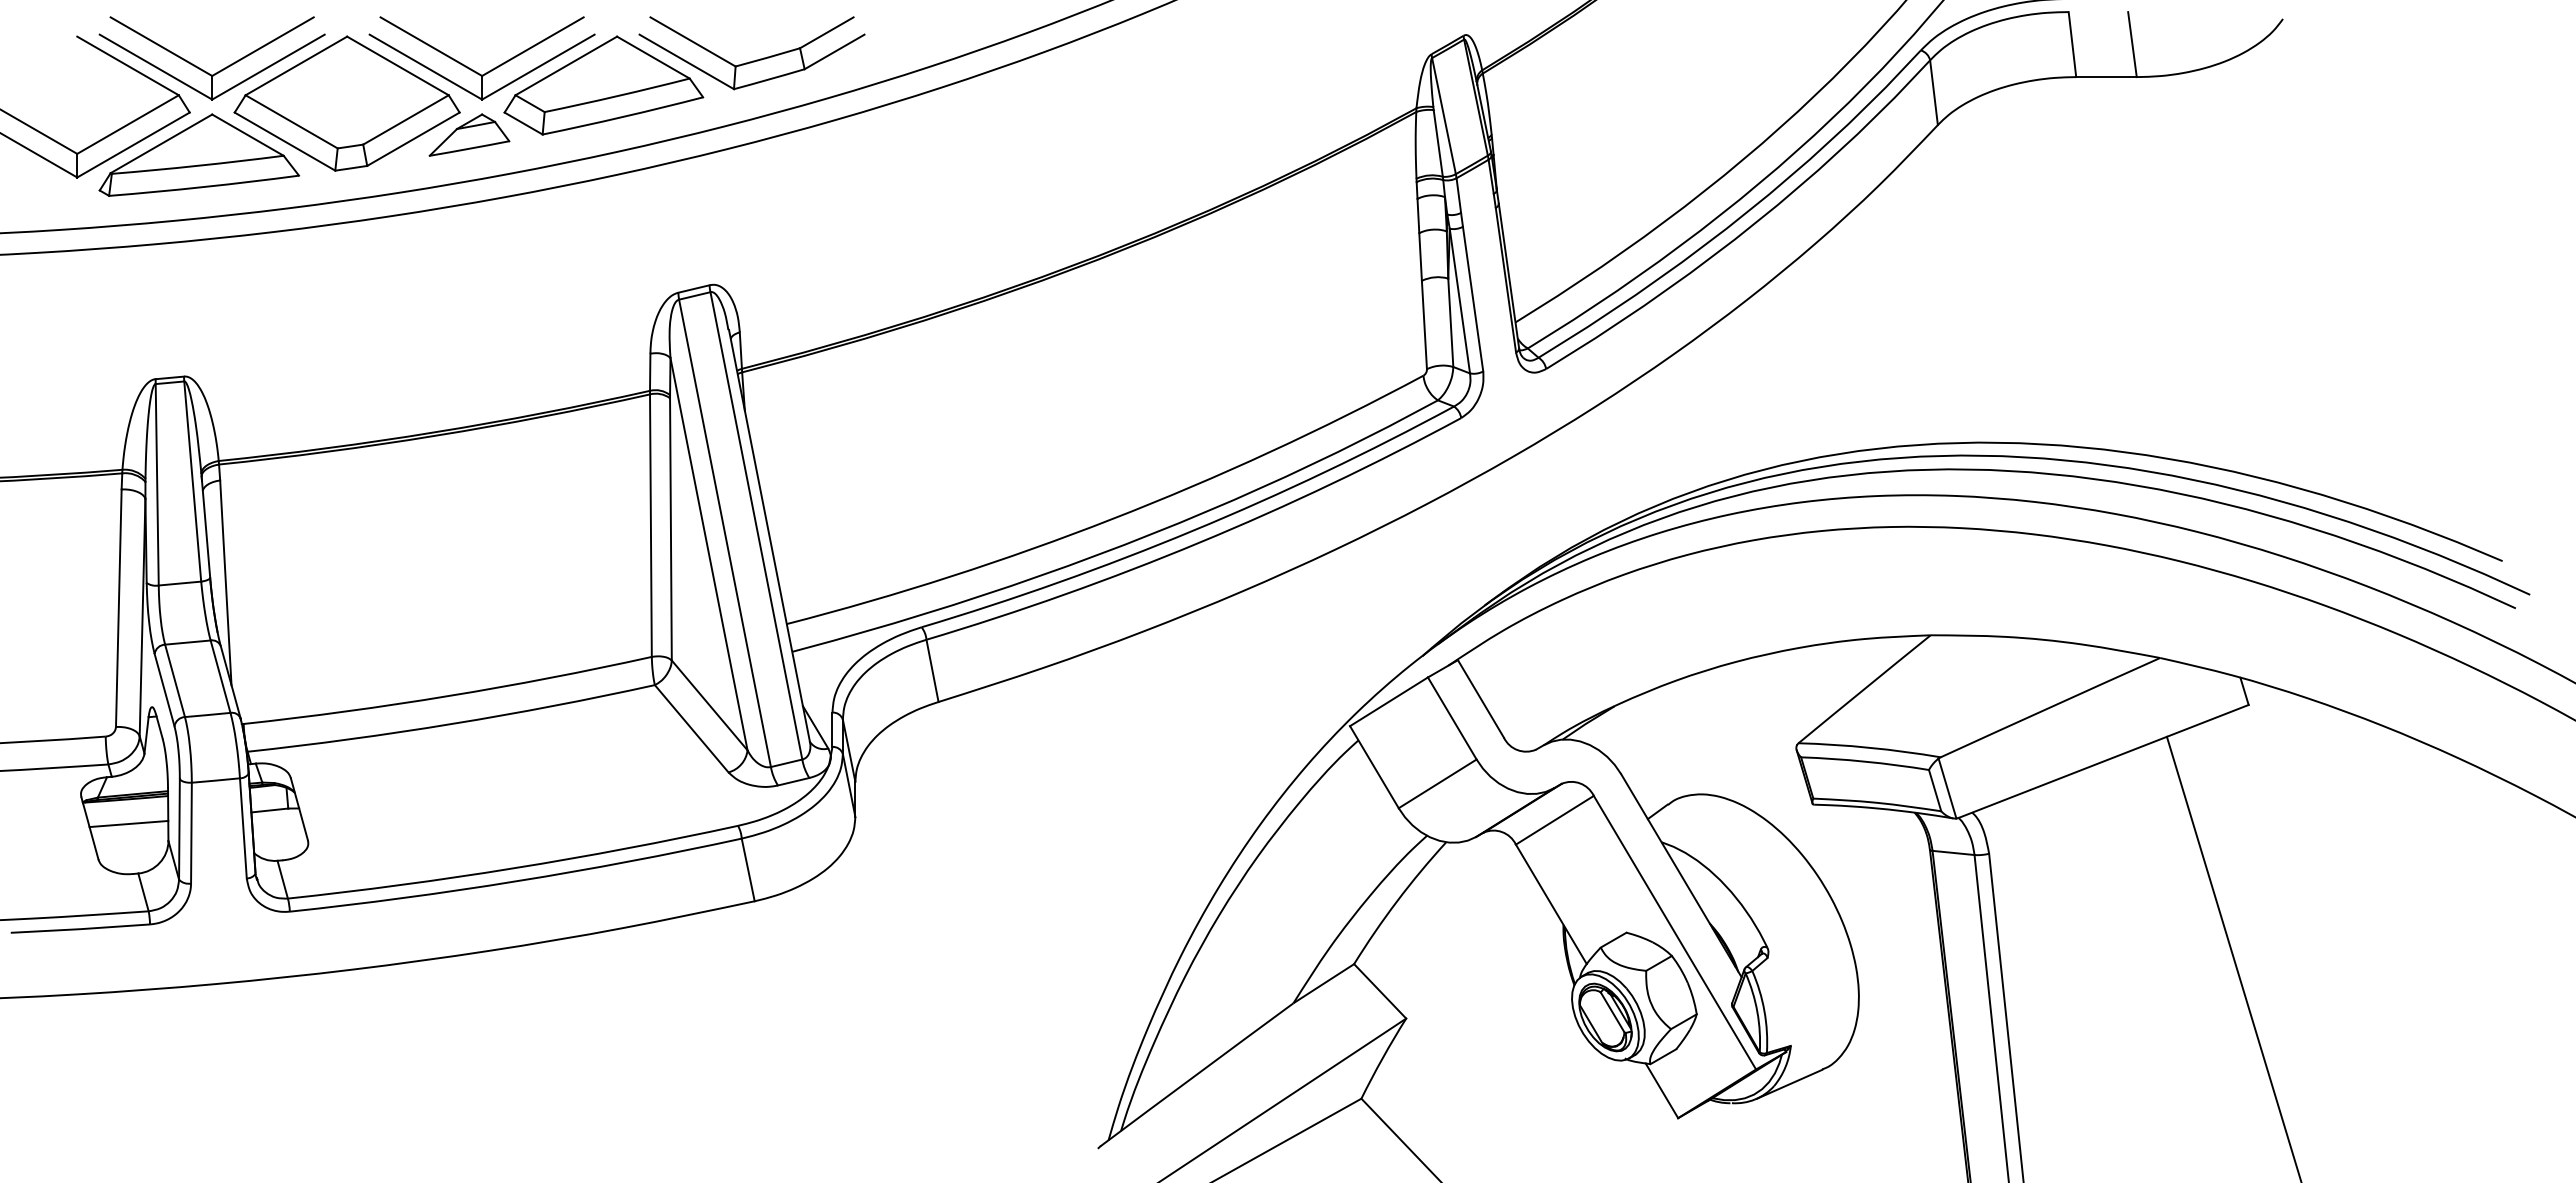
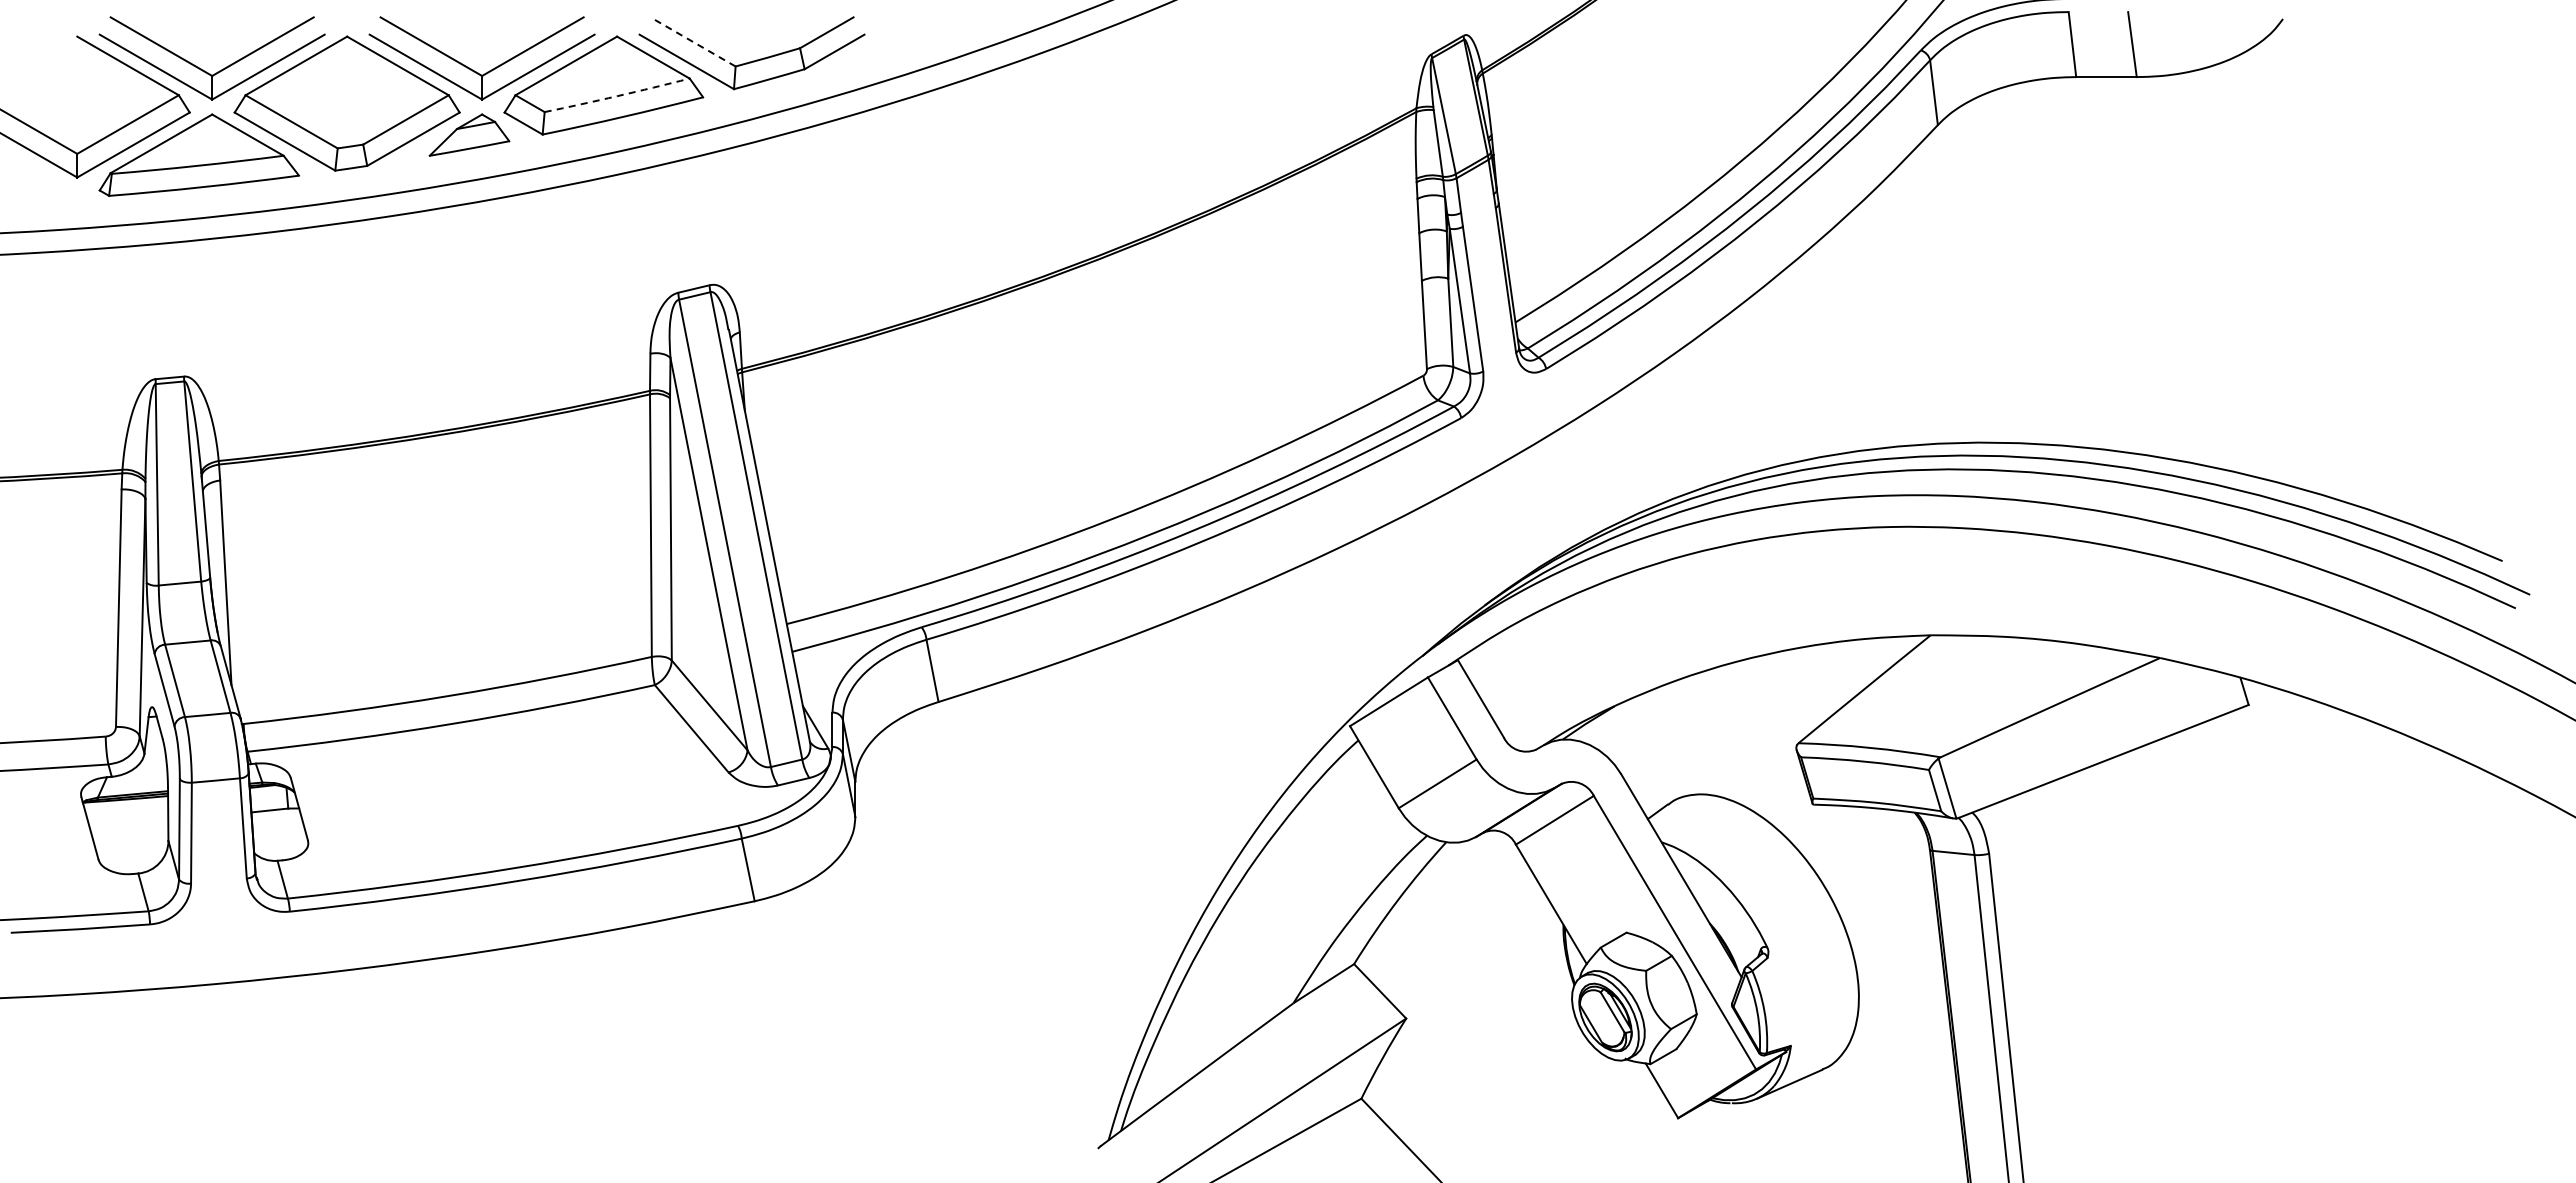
line at (692, 41): solid -> dashed
arc at (617, 96): solid -> dashed
line at (128, 823): present -> none
line at (2233, 957): present -> none
